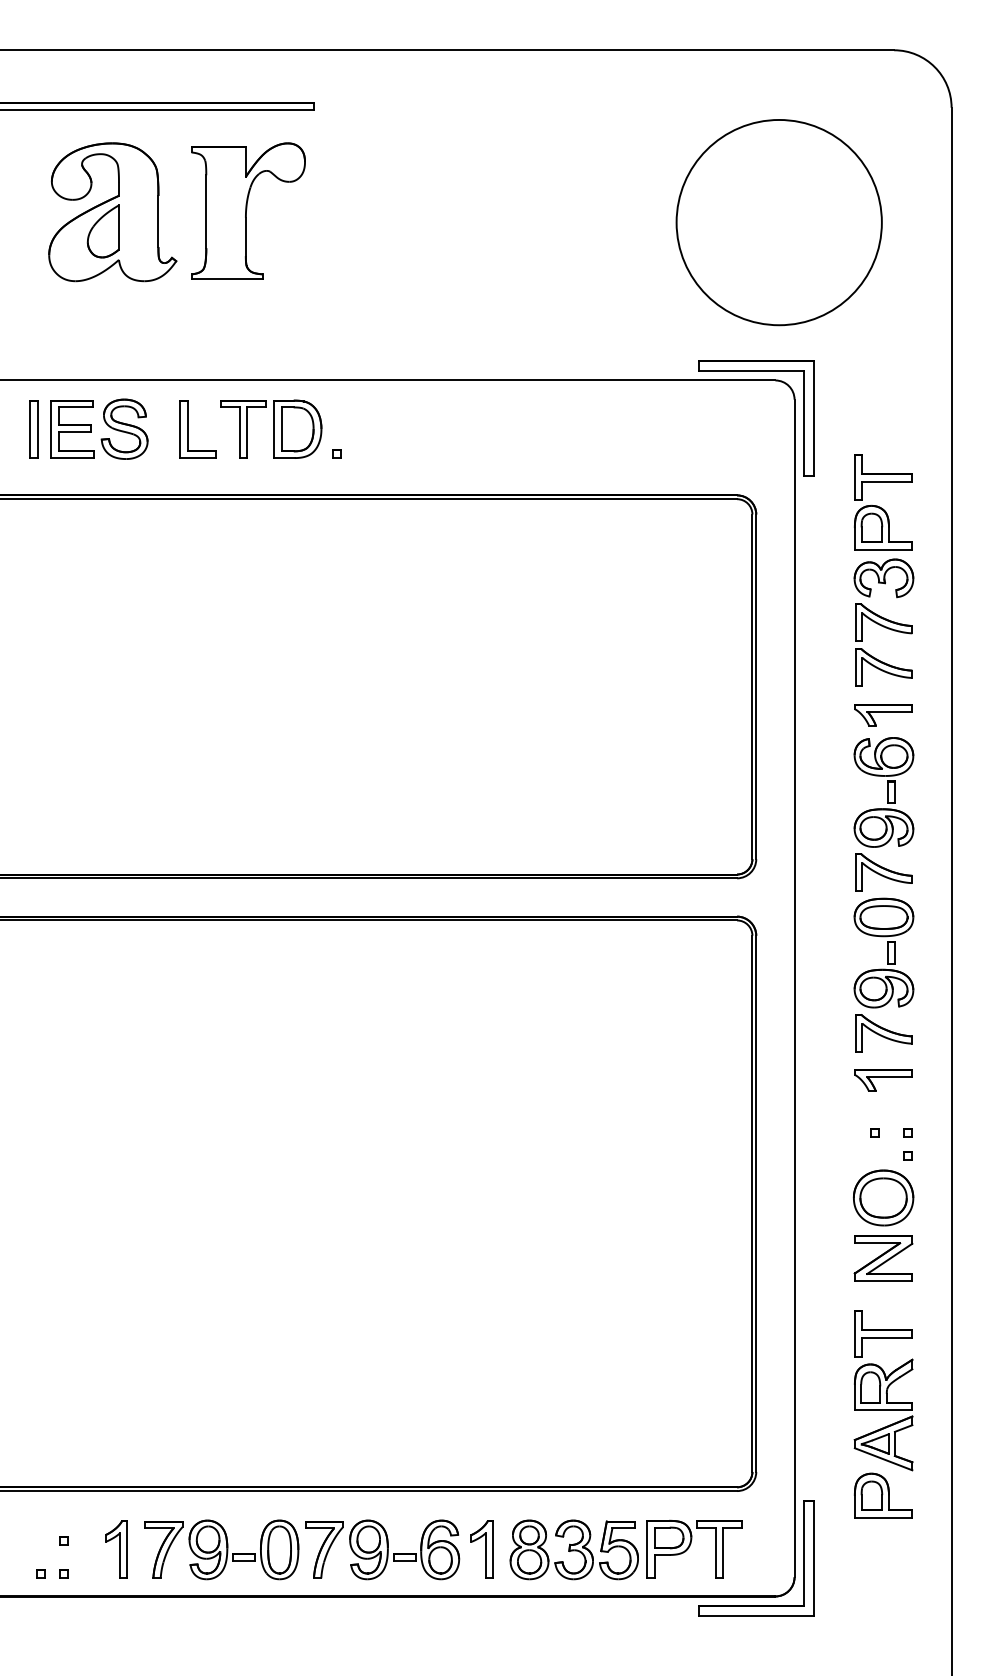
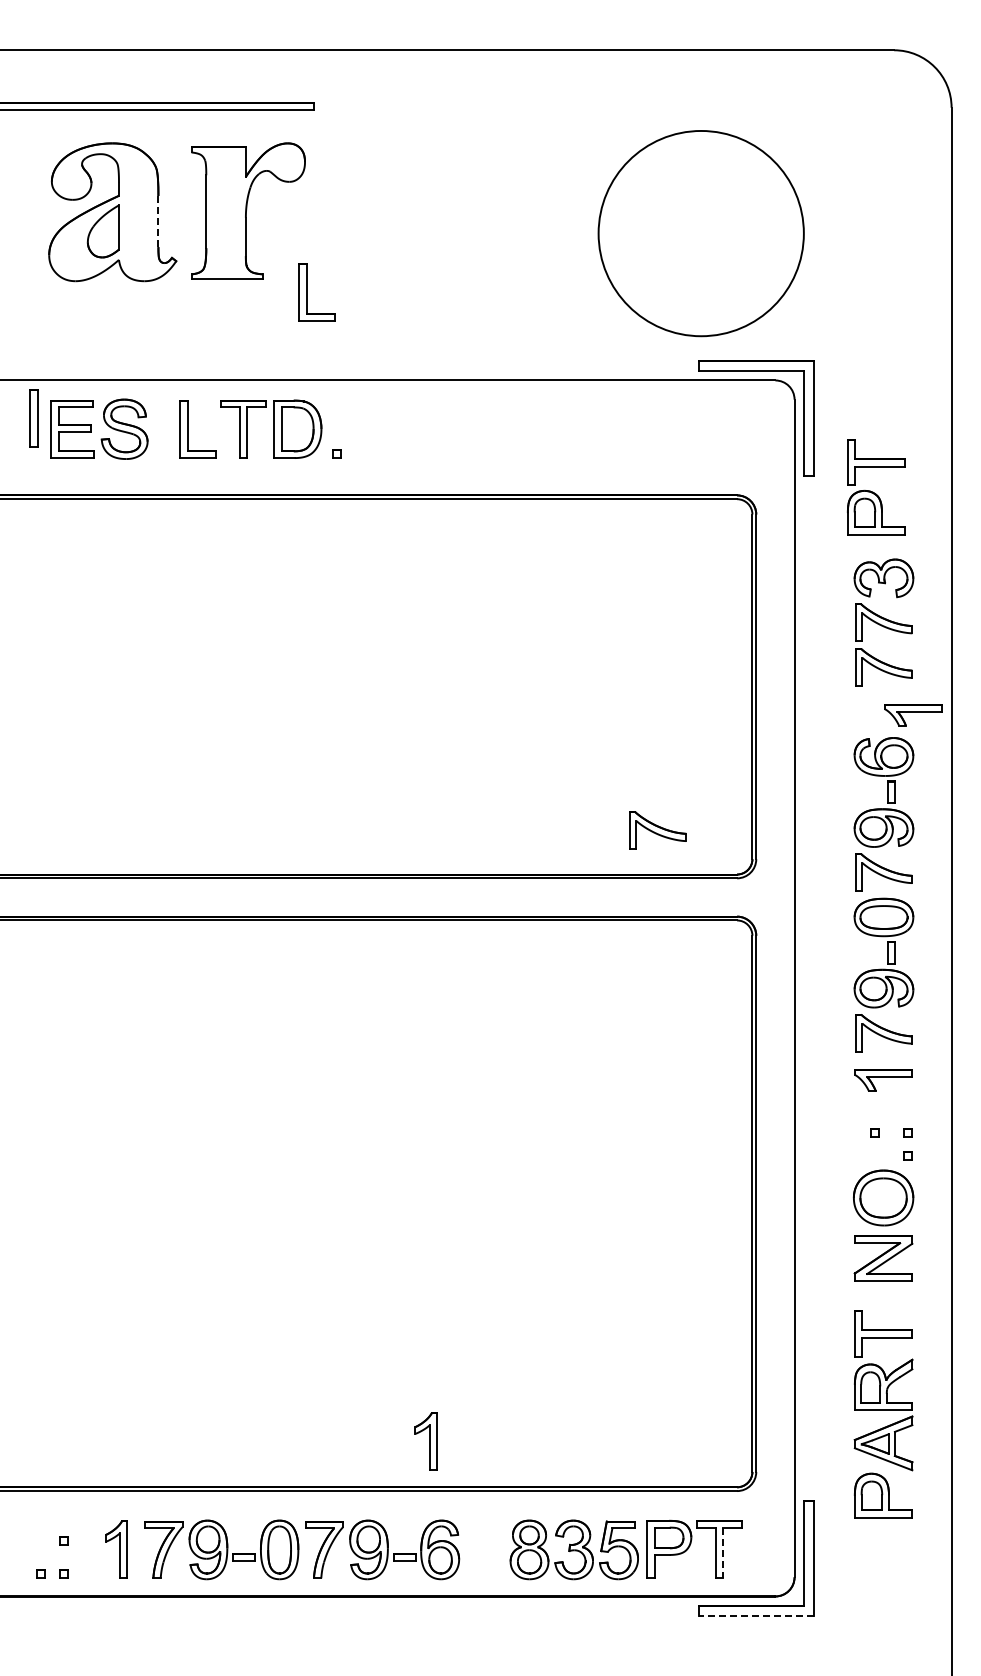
line at (158, 221): solid -> dashed
part at (778, 222) position: (778, 222) -> (700, 233)
part at (307, 292): none -> present
part at (33, 429) position: (33, 429) -> (33, 418)
part at (883, 502) position: (883, 502) -> (876, 487)
part at (883, 715) position: (883, 715) -> (913, 715)
part at (657, 830): none -> present
part at (481, 1549) position: (481, 1549) -> (425, 1441)
line at (723, 1553): solid -> dashed
line at (755, 1615): solid -> dashed
